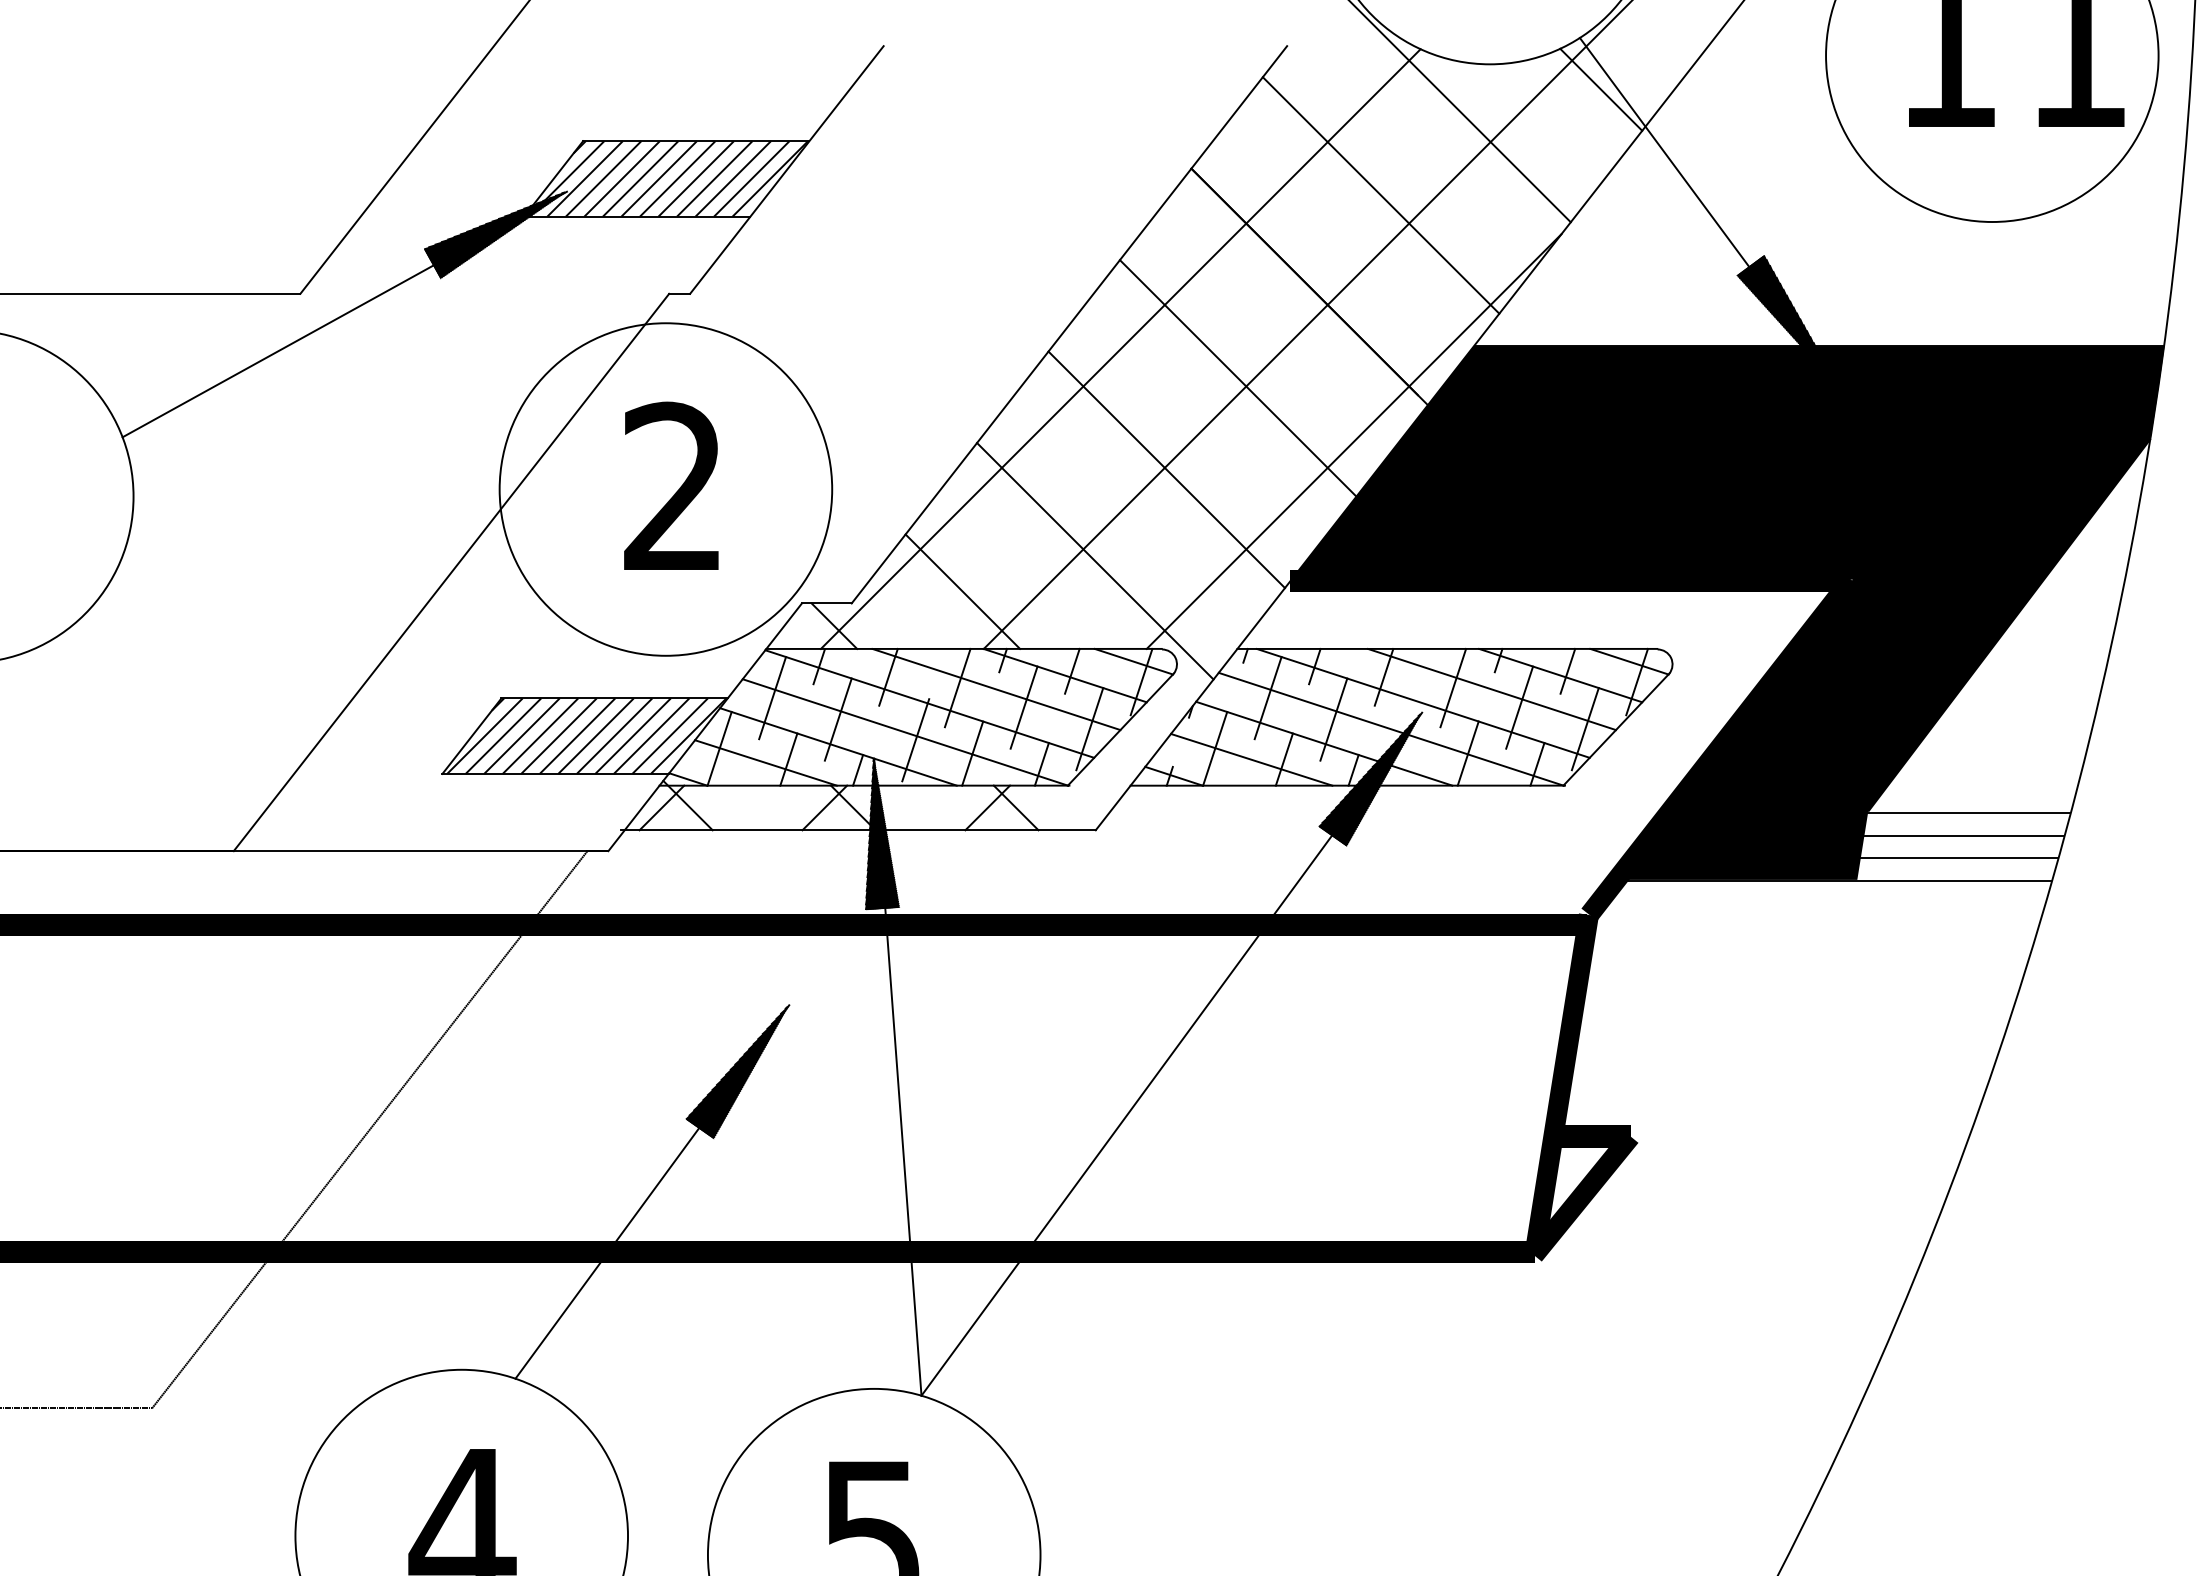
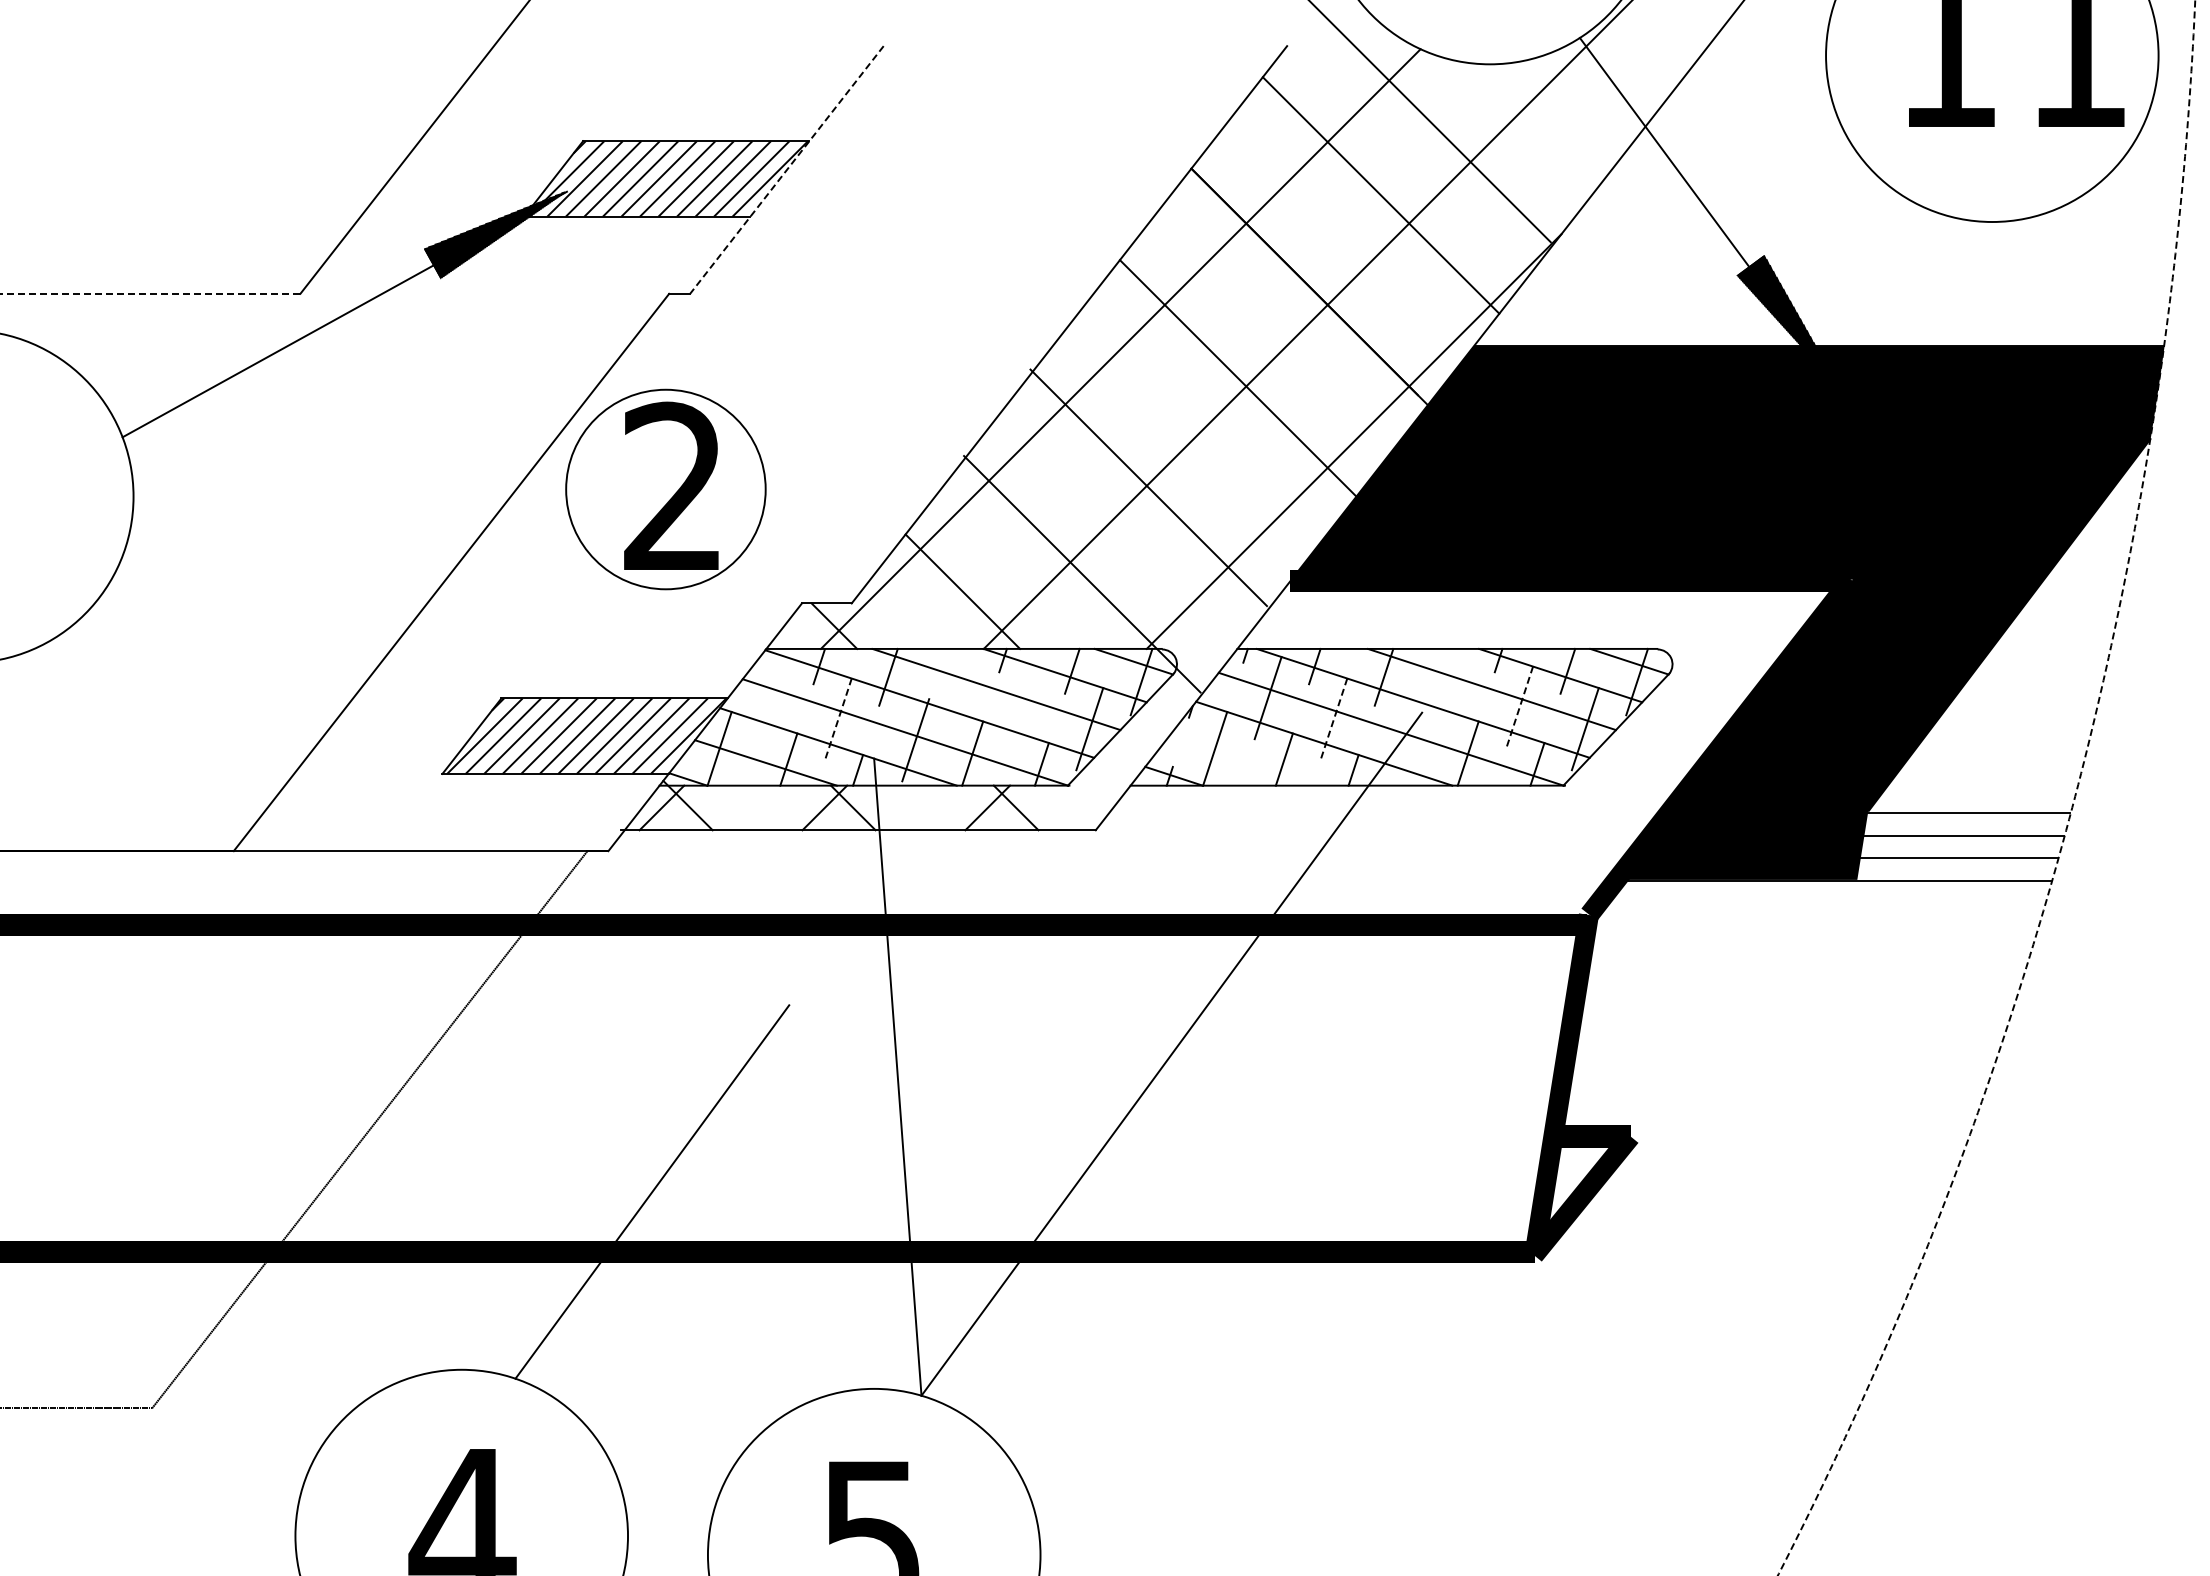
line at (1601, 89): present -> none
line at (1460, 112) position: (1460, 112) -> (1430, 122)
line at (786, 170): solid -> dashed
line at (150, 293): solid -> dashed
line at (1166, 469) position: (1166, 469) -> (1148, 487)
circle at (665, 489) diameter: 333 px -> 200 px
line at (1095, 561) position: (1095, 561) -> (1082, 574)
line at (957, 687): present -> none
line at (1453, 687): present -> none
line at (772, 698): present -> none
line at (1023, 707): present -> none
line at (1519, 708): solid -> dashed
line at (838, 720): solid -> dashed
line at (1333, 720): solid -> dashed
line at (1251, 759): present -> none
hatch at (1369, 779): present -> none
circle at (1986, 787): solid -> dashed
hatch at (882, 834): present -> none
hatch at (736, 1072): present -> none
